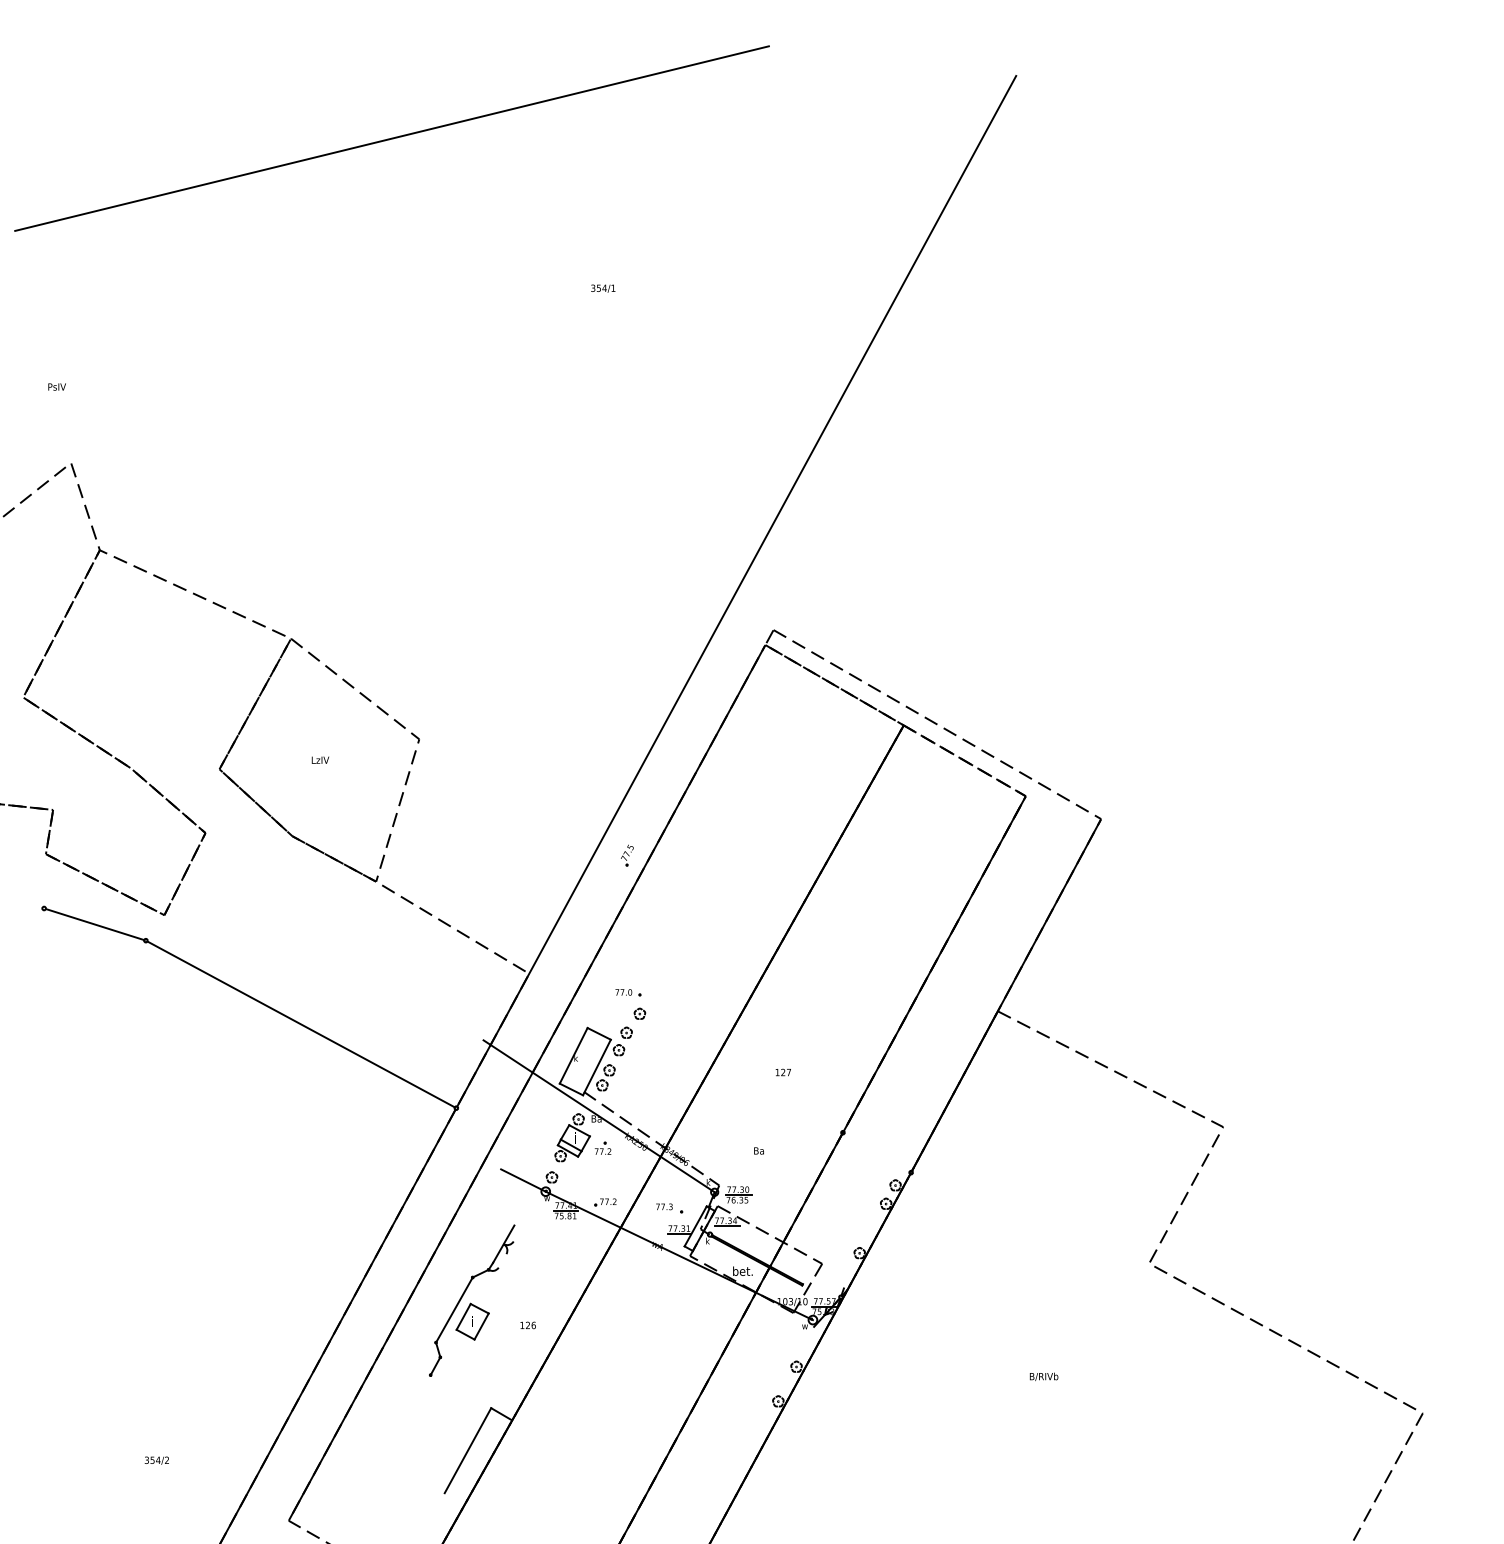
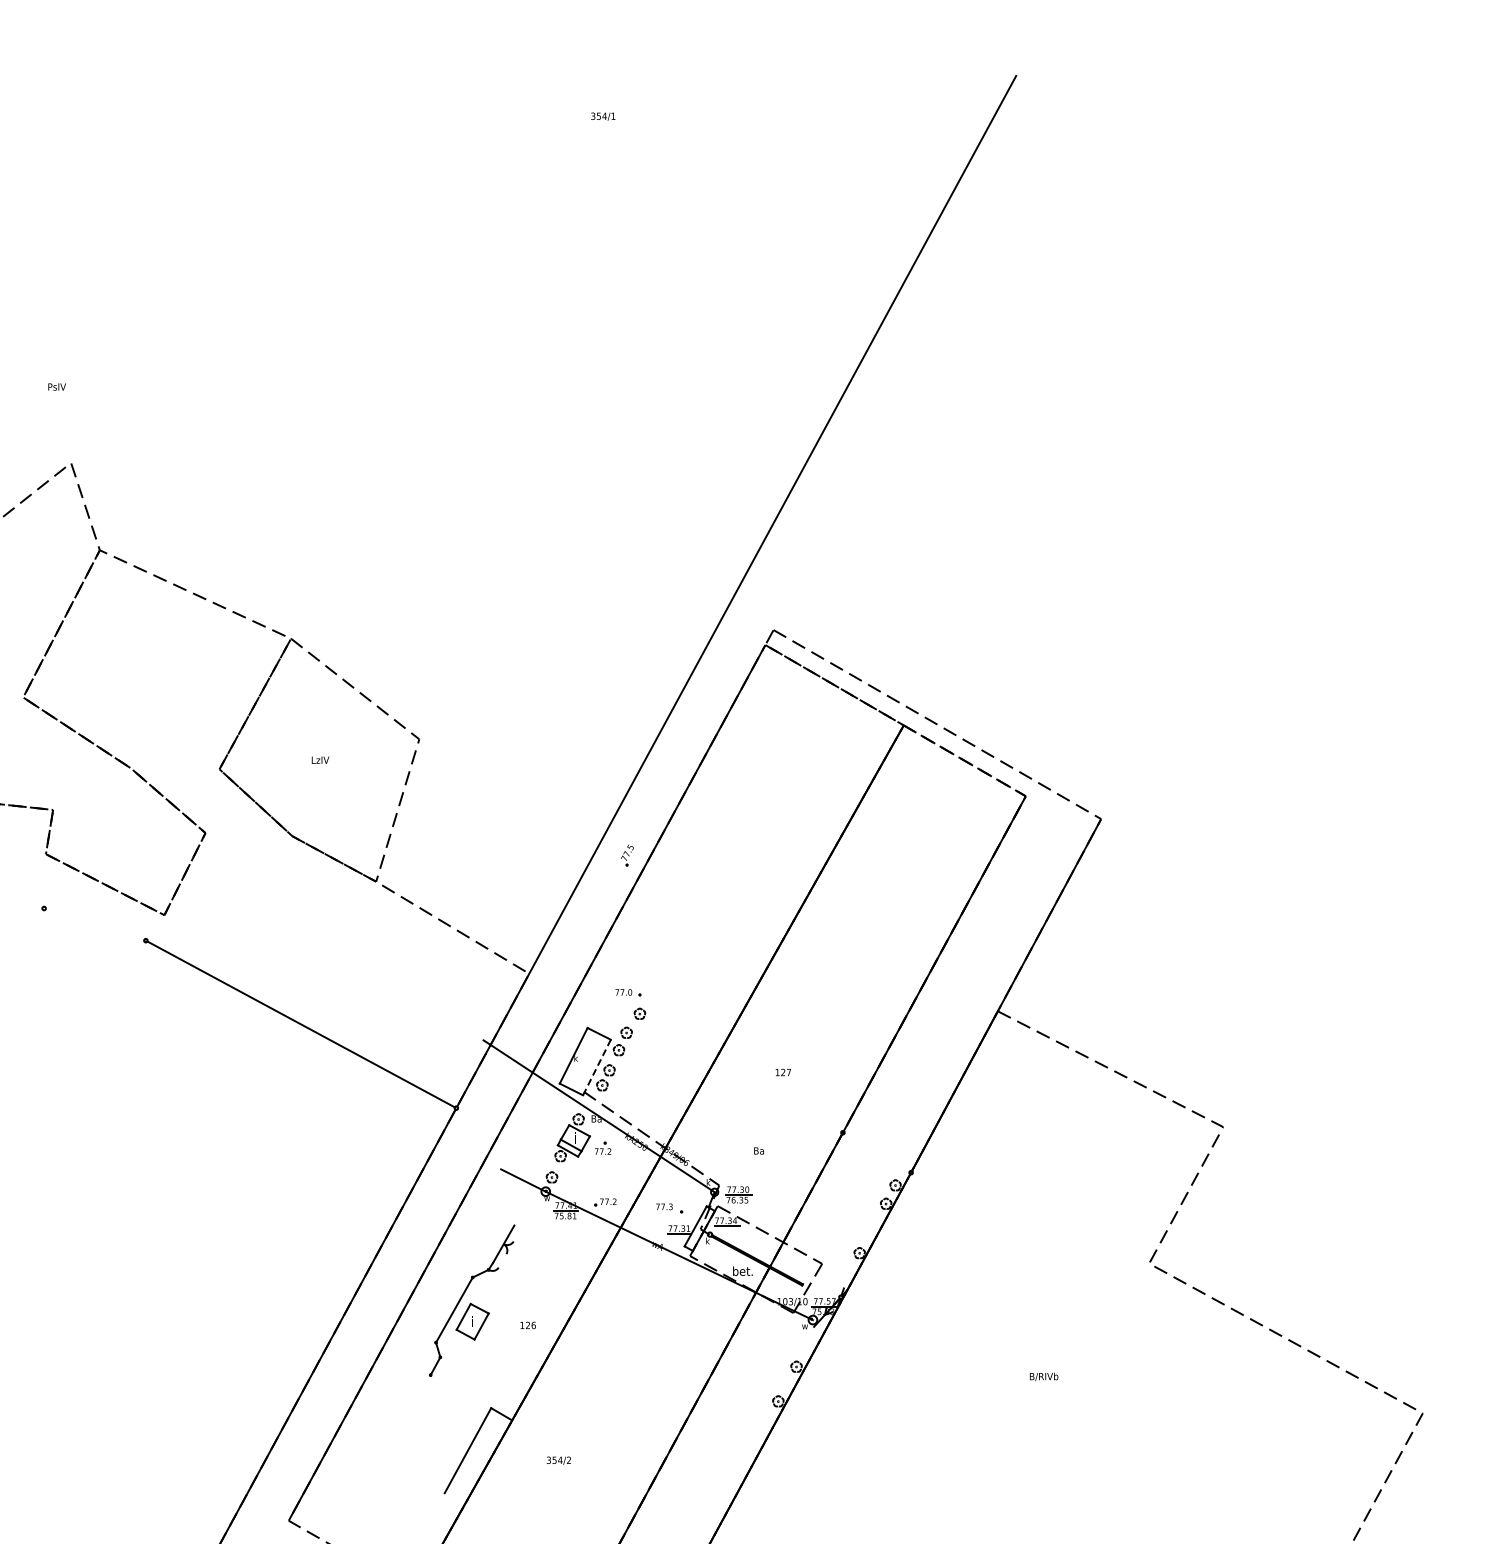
line at (391, 138): present -> none
text at (603, 288) position: (603, 288) -> (603, 116)
line at (94, 924): present -> none
line at (596, 1067): solid -> dashed
text at (156, 1460) position: (156, 1460) -> (558, 1460)
